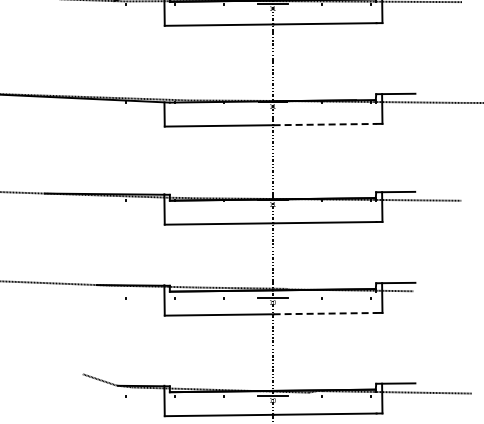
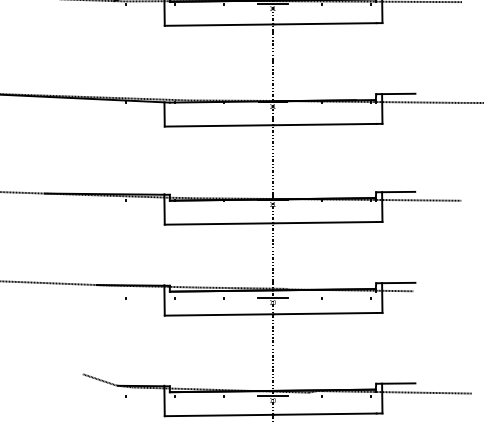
line at (325, 124): dashed -> solid
line at (325, 313): dashed -> solid
